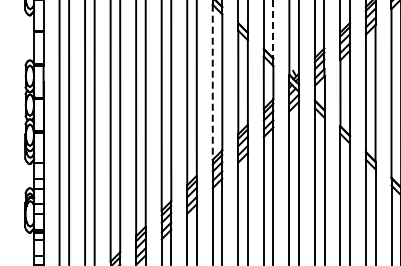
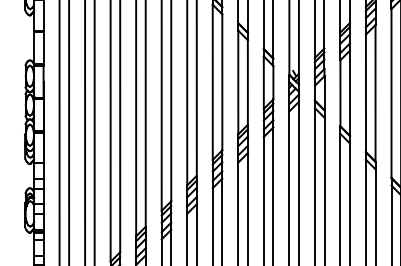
line at (273, 29): dashed -> solid
line at (212, 82): dashed -> solid
